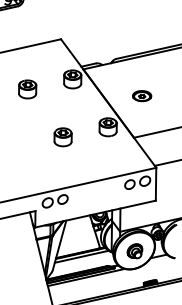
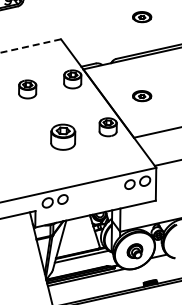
part at (142, 17): none -> present
line at (30, 46): solid -> dashed
part at (62, 137) size: 20x21 px -> 27x28 px
